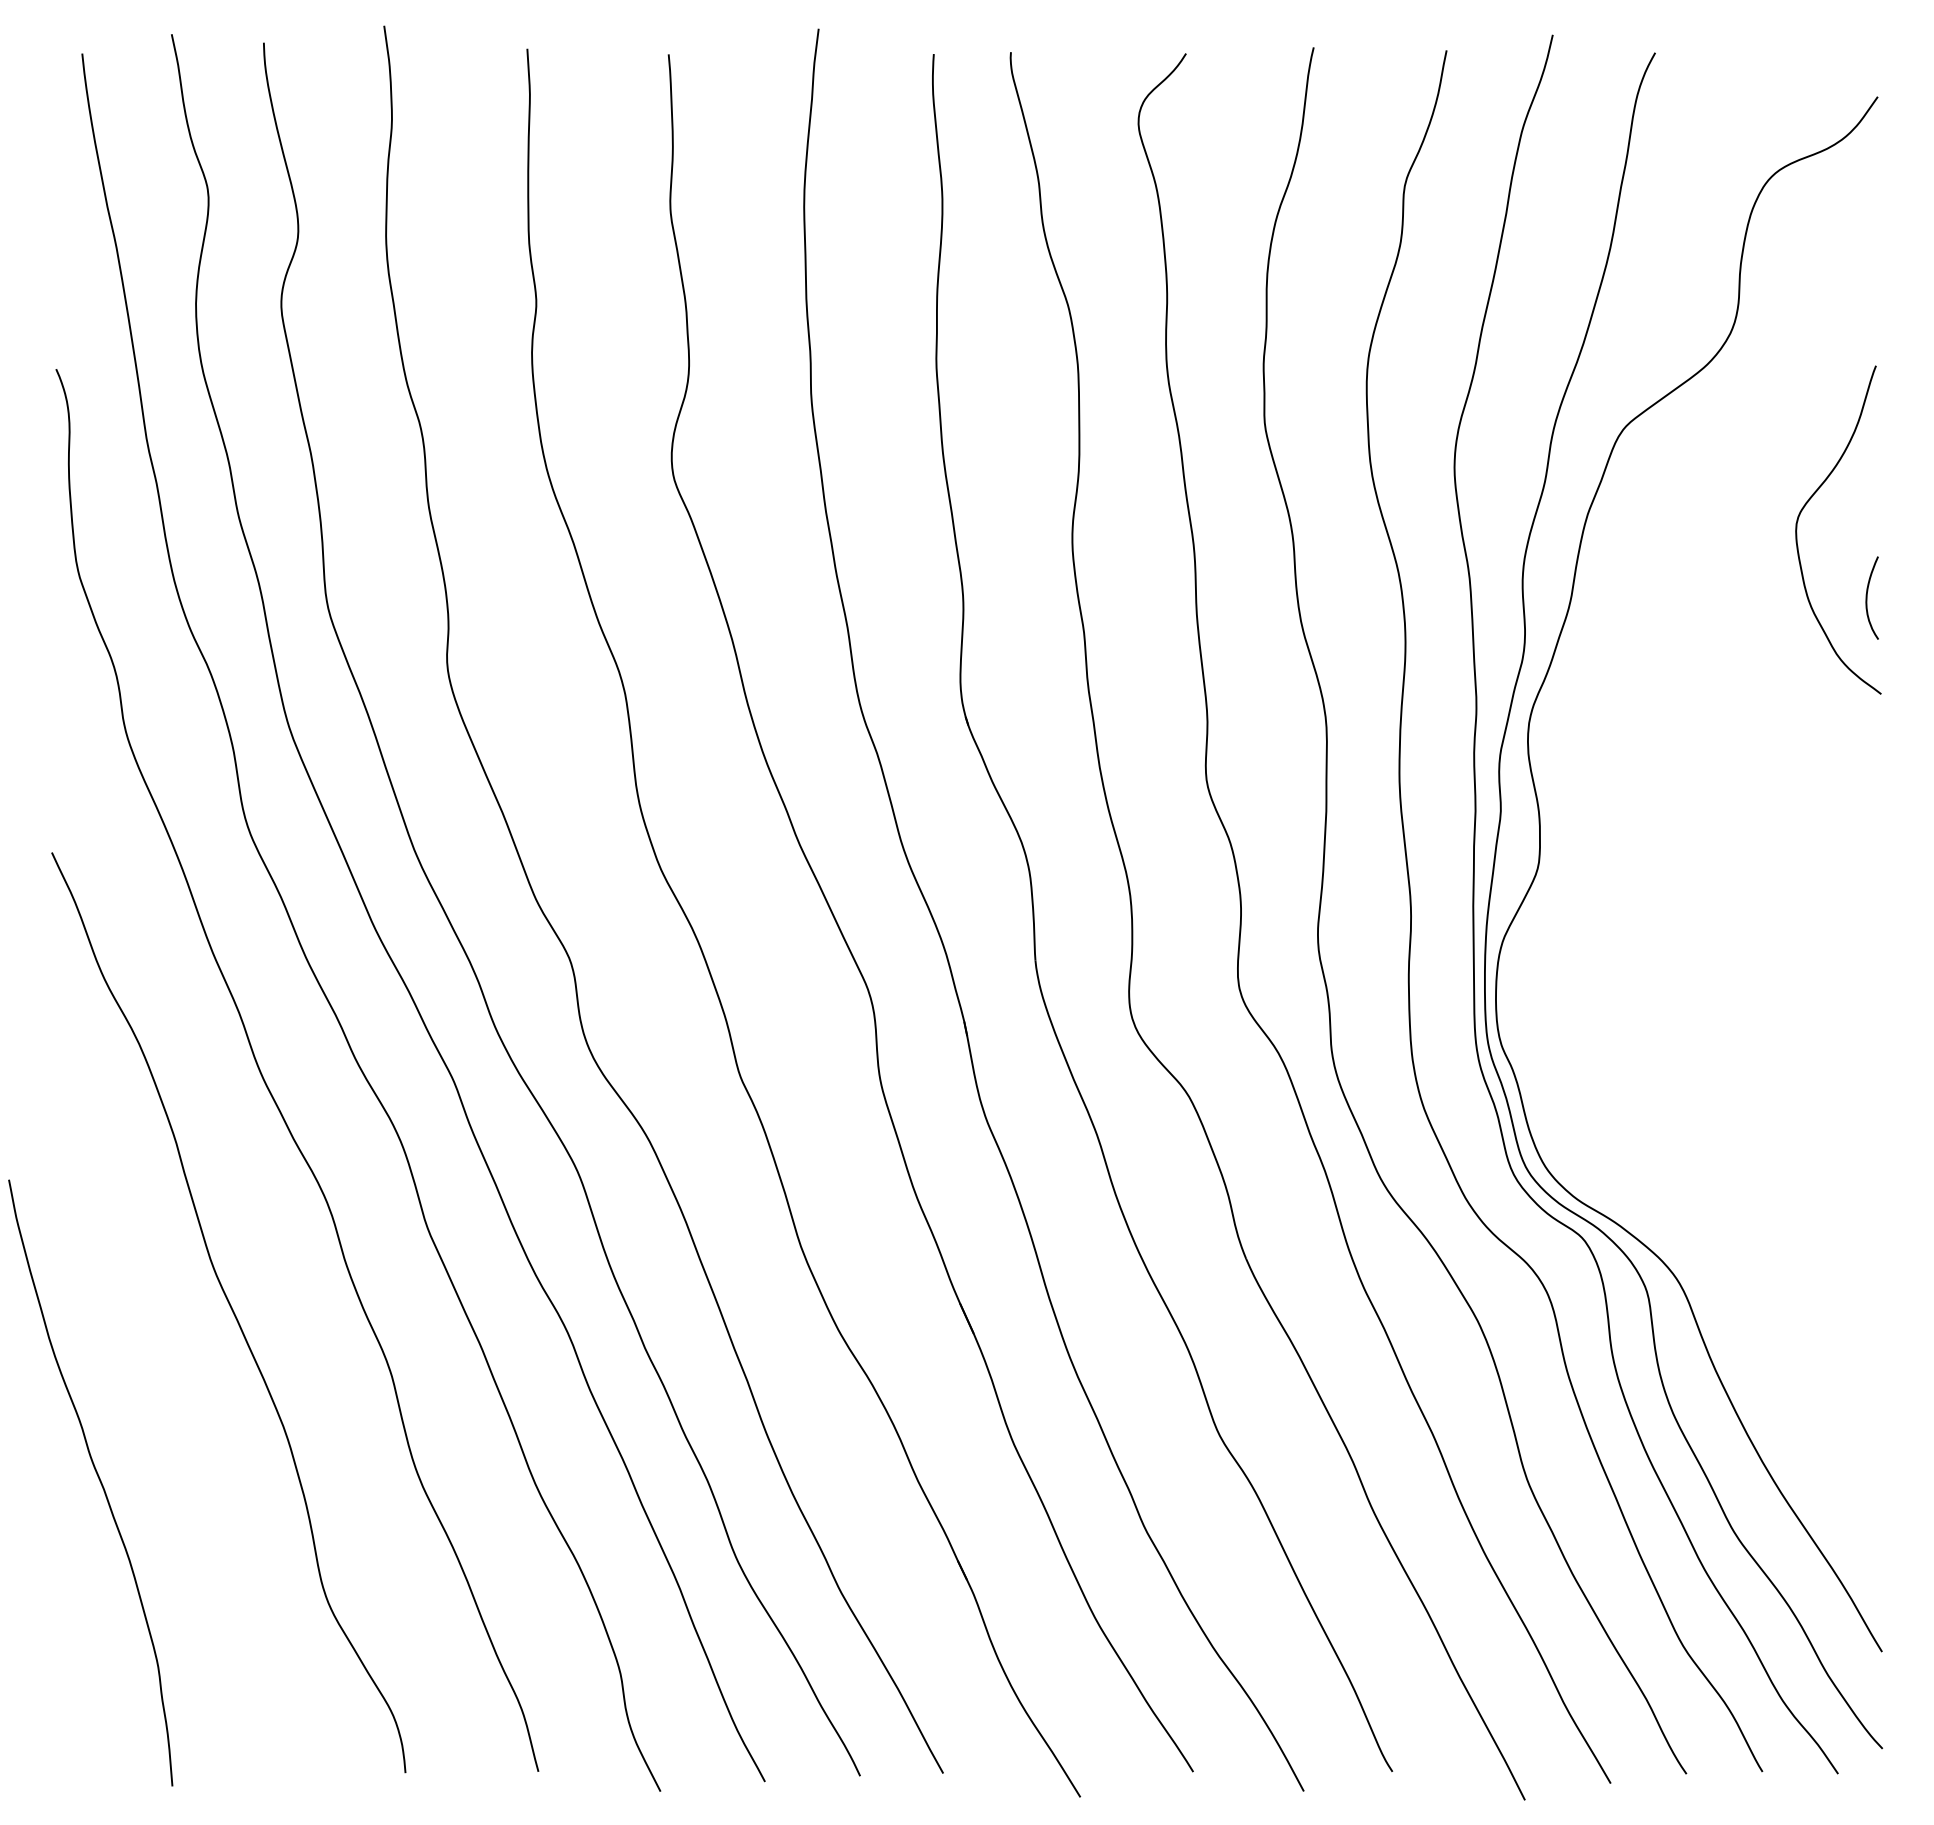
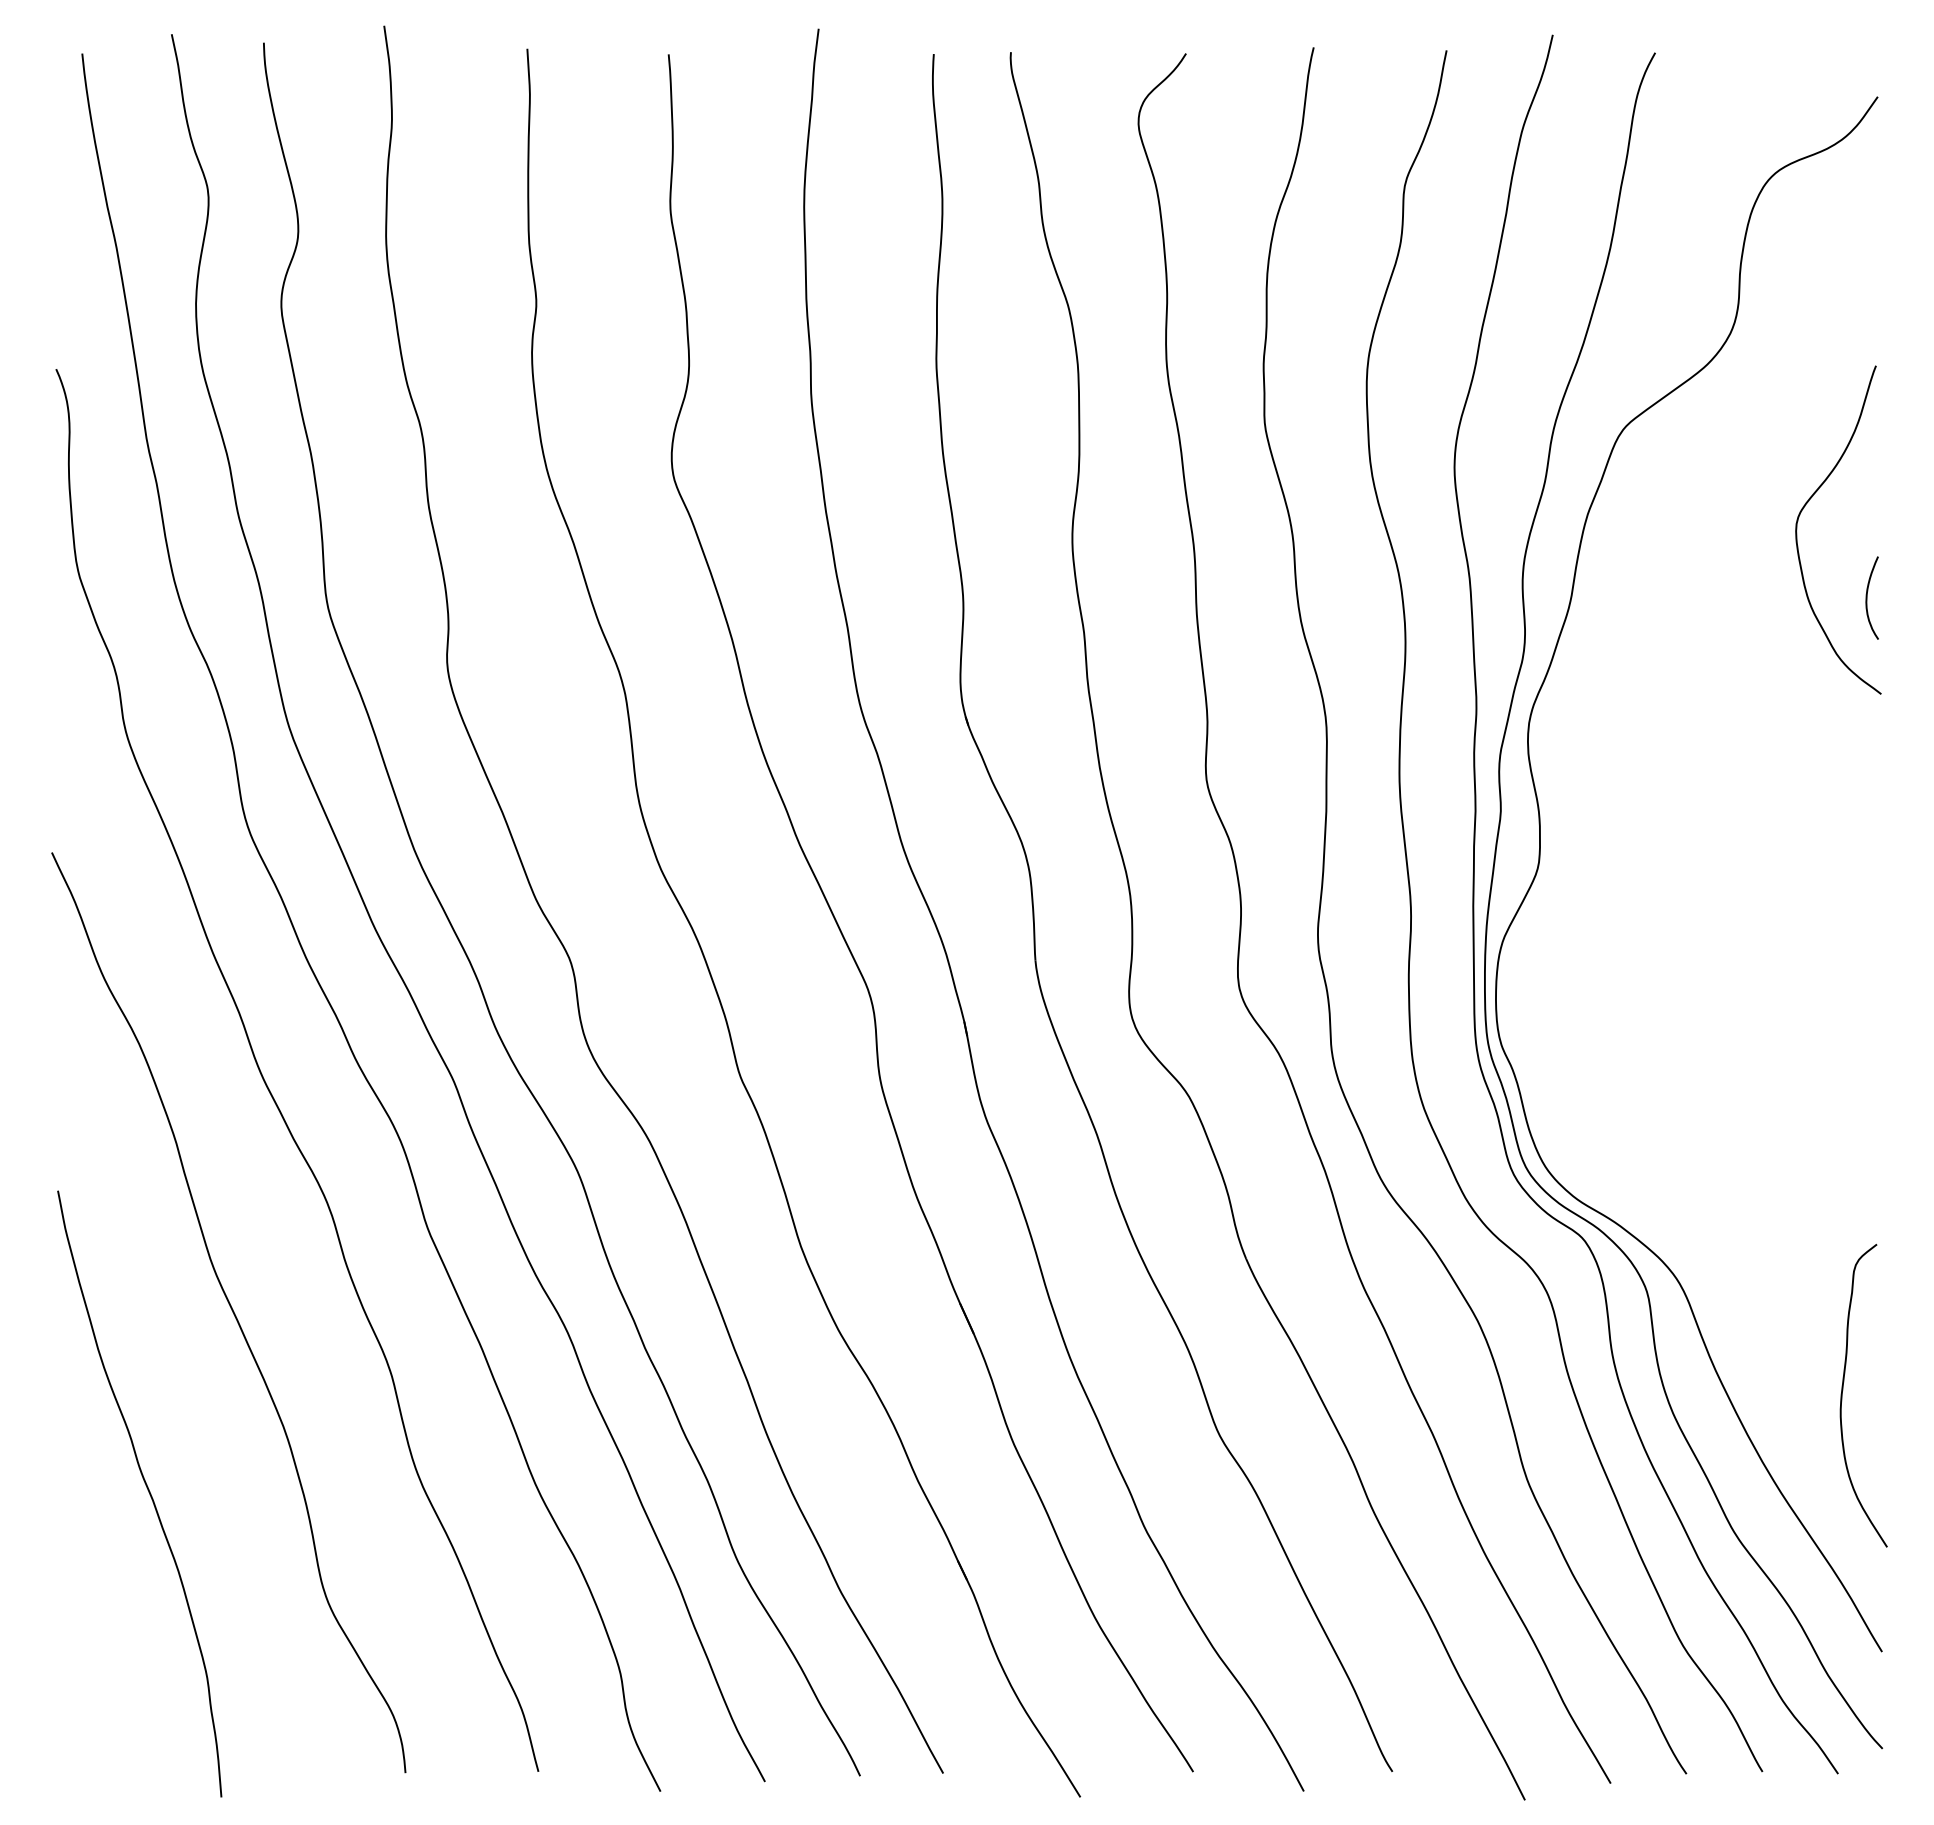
curve at (1843, 1390): none -> present
curve at (98, 1479) position: (98, 1479) -> (147, 1490)
